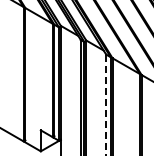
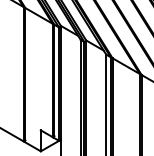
line at (106, 105): dashed -> solid
